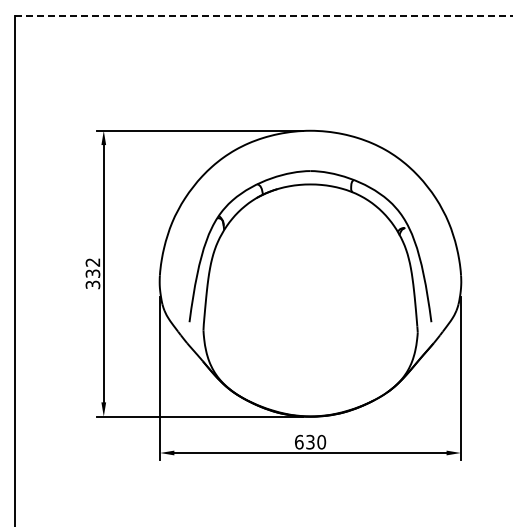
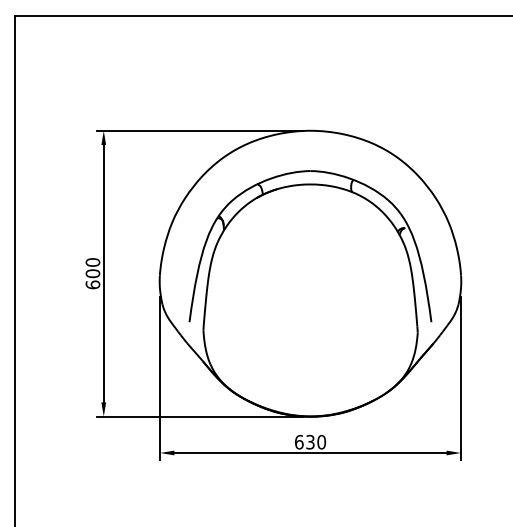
line at (264, 15): dashed -> solid
text at (92, 273): 332 -> 600
